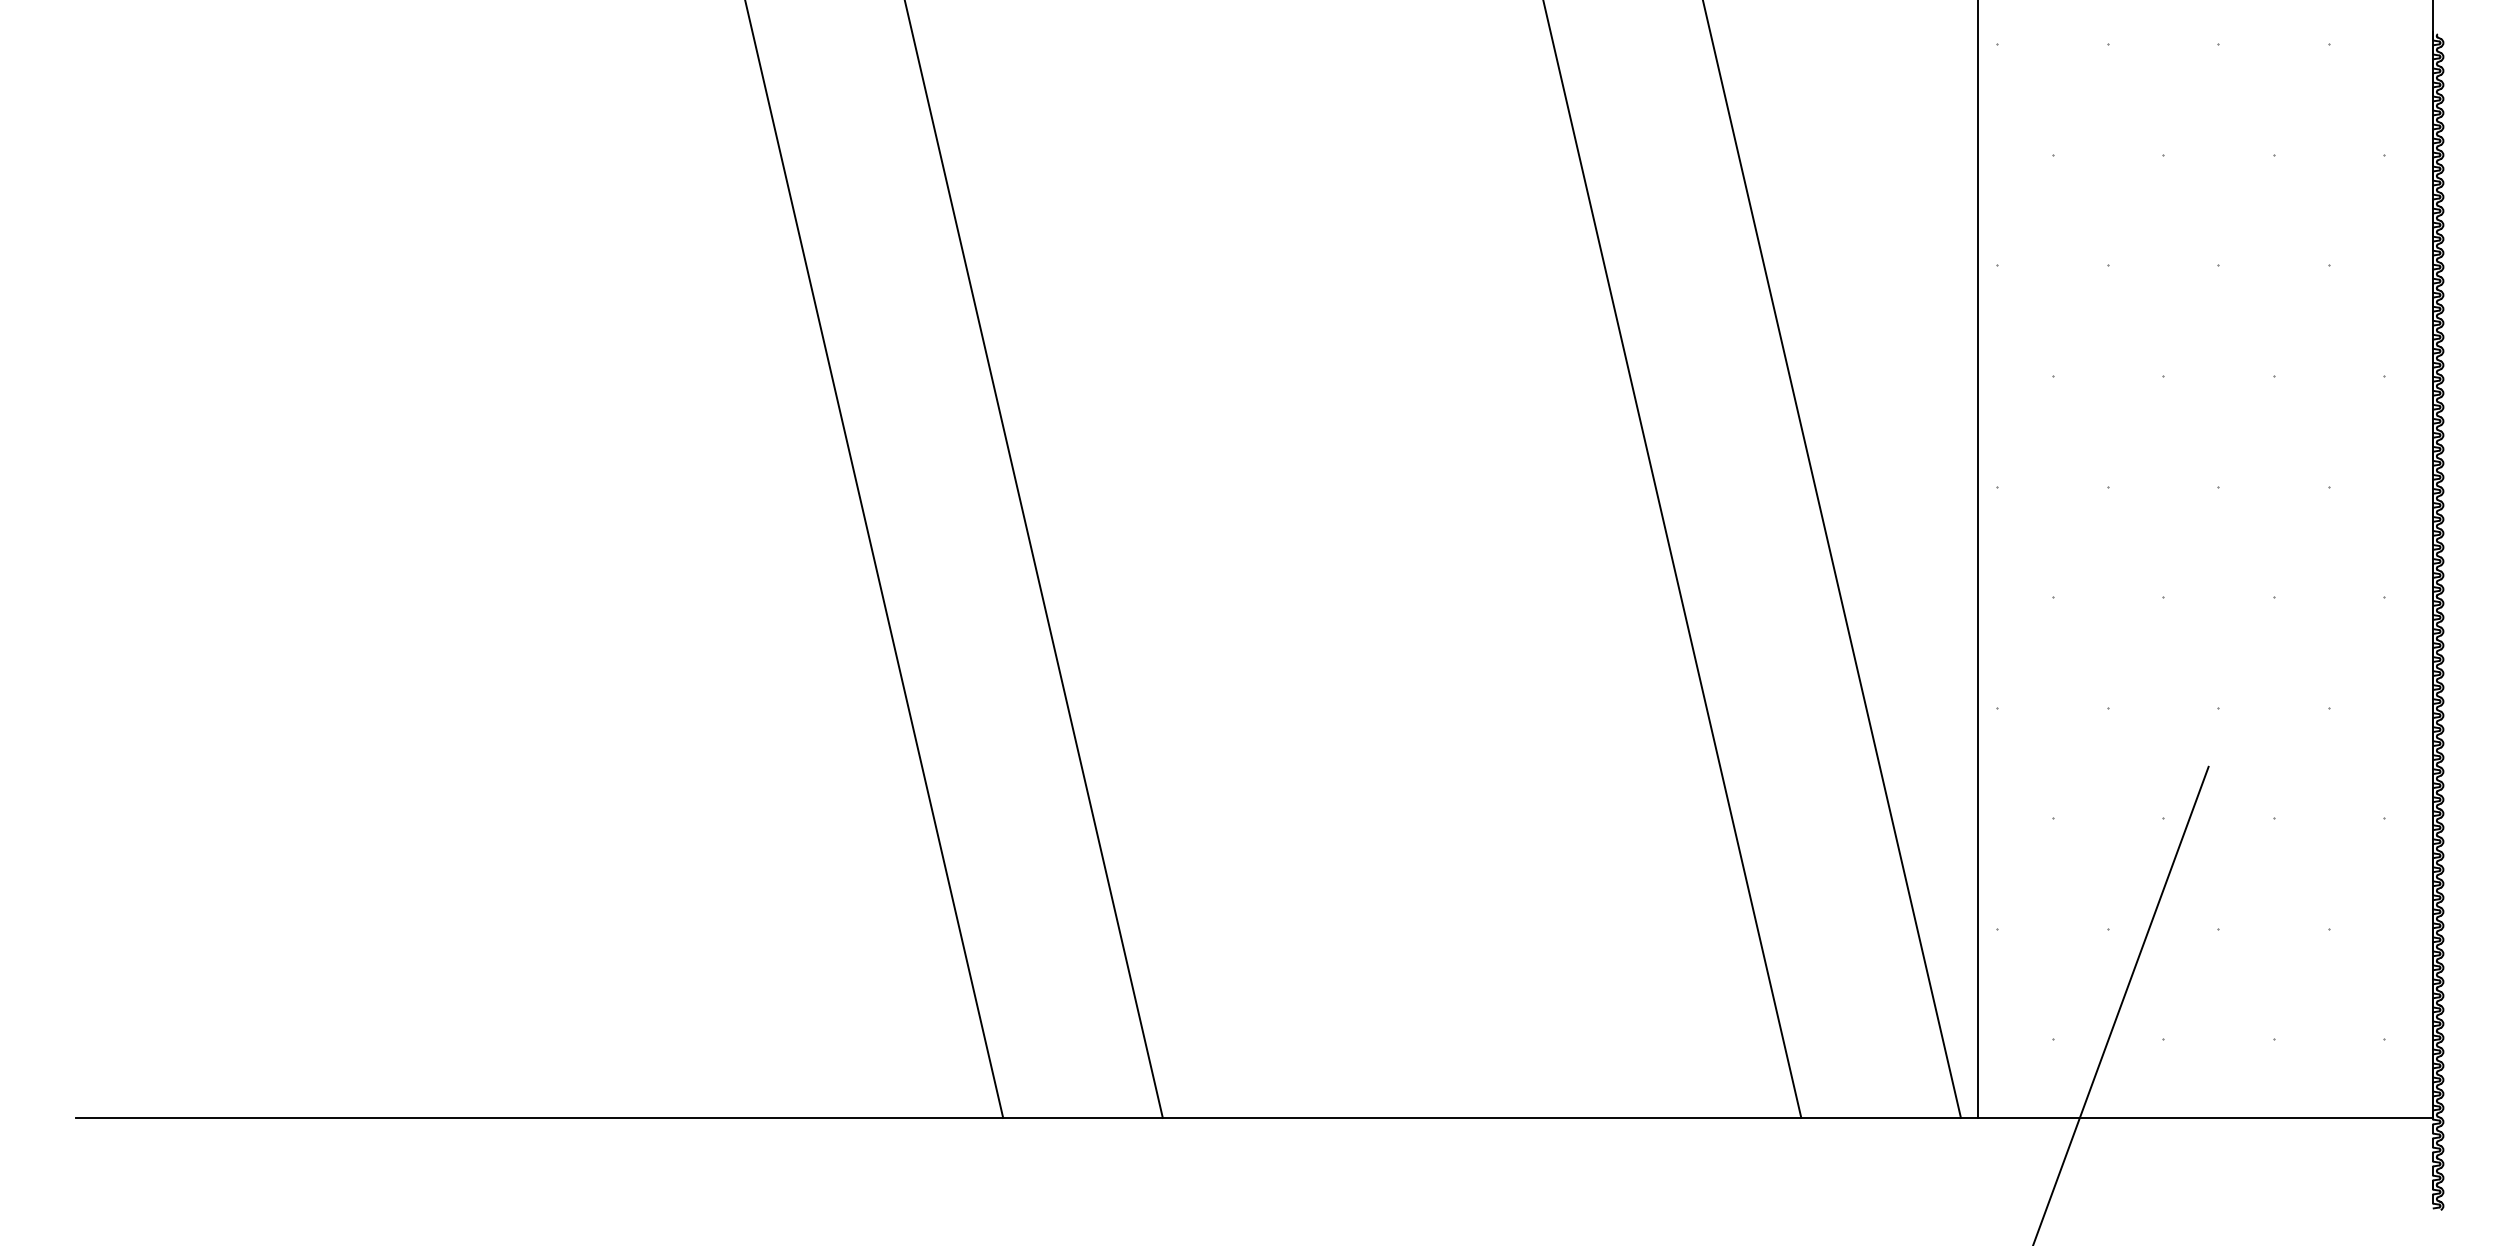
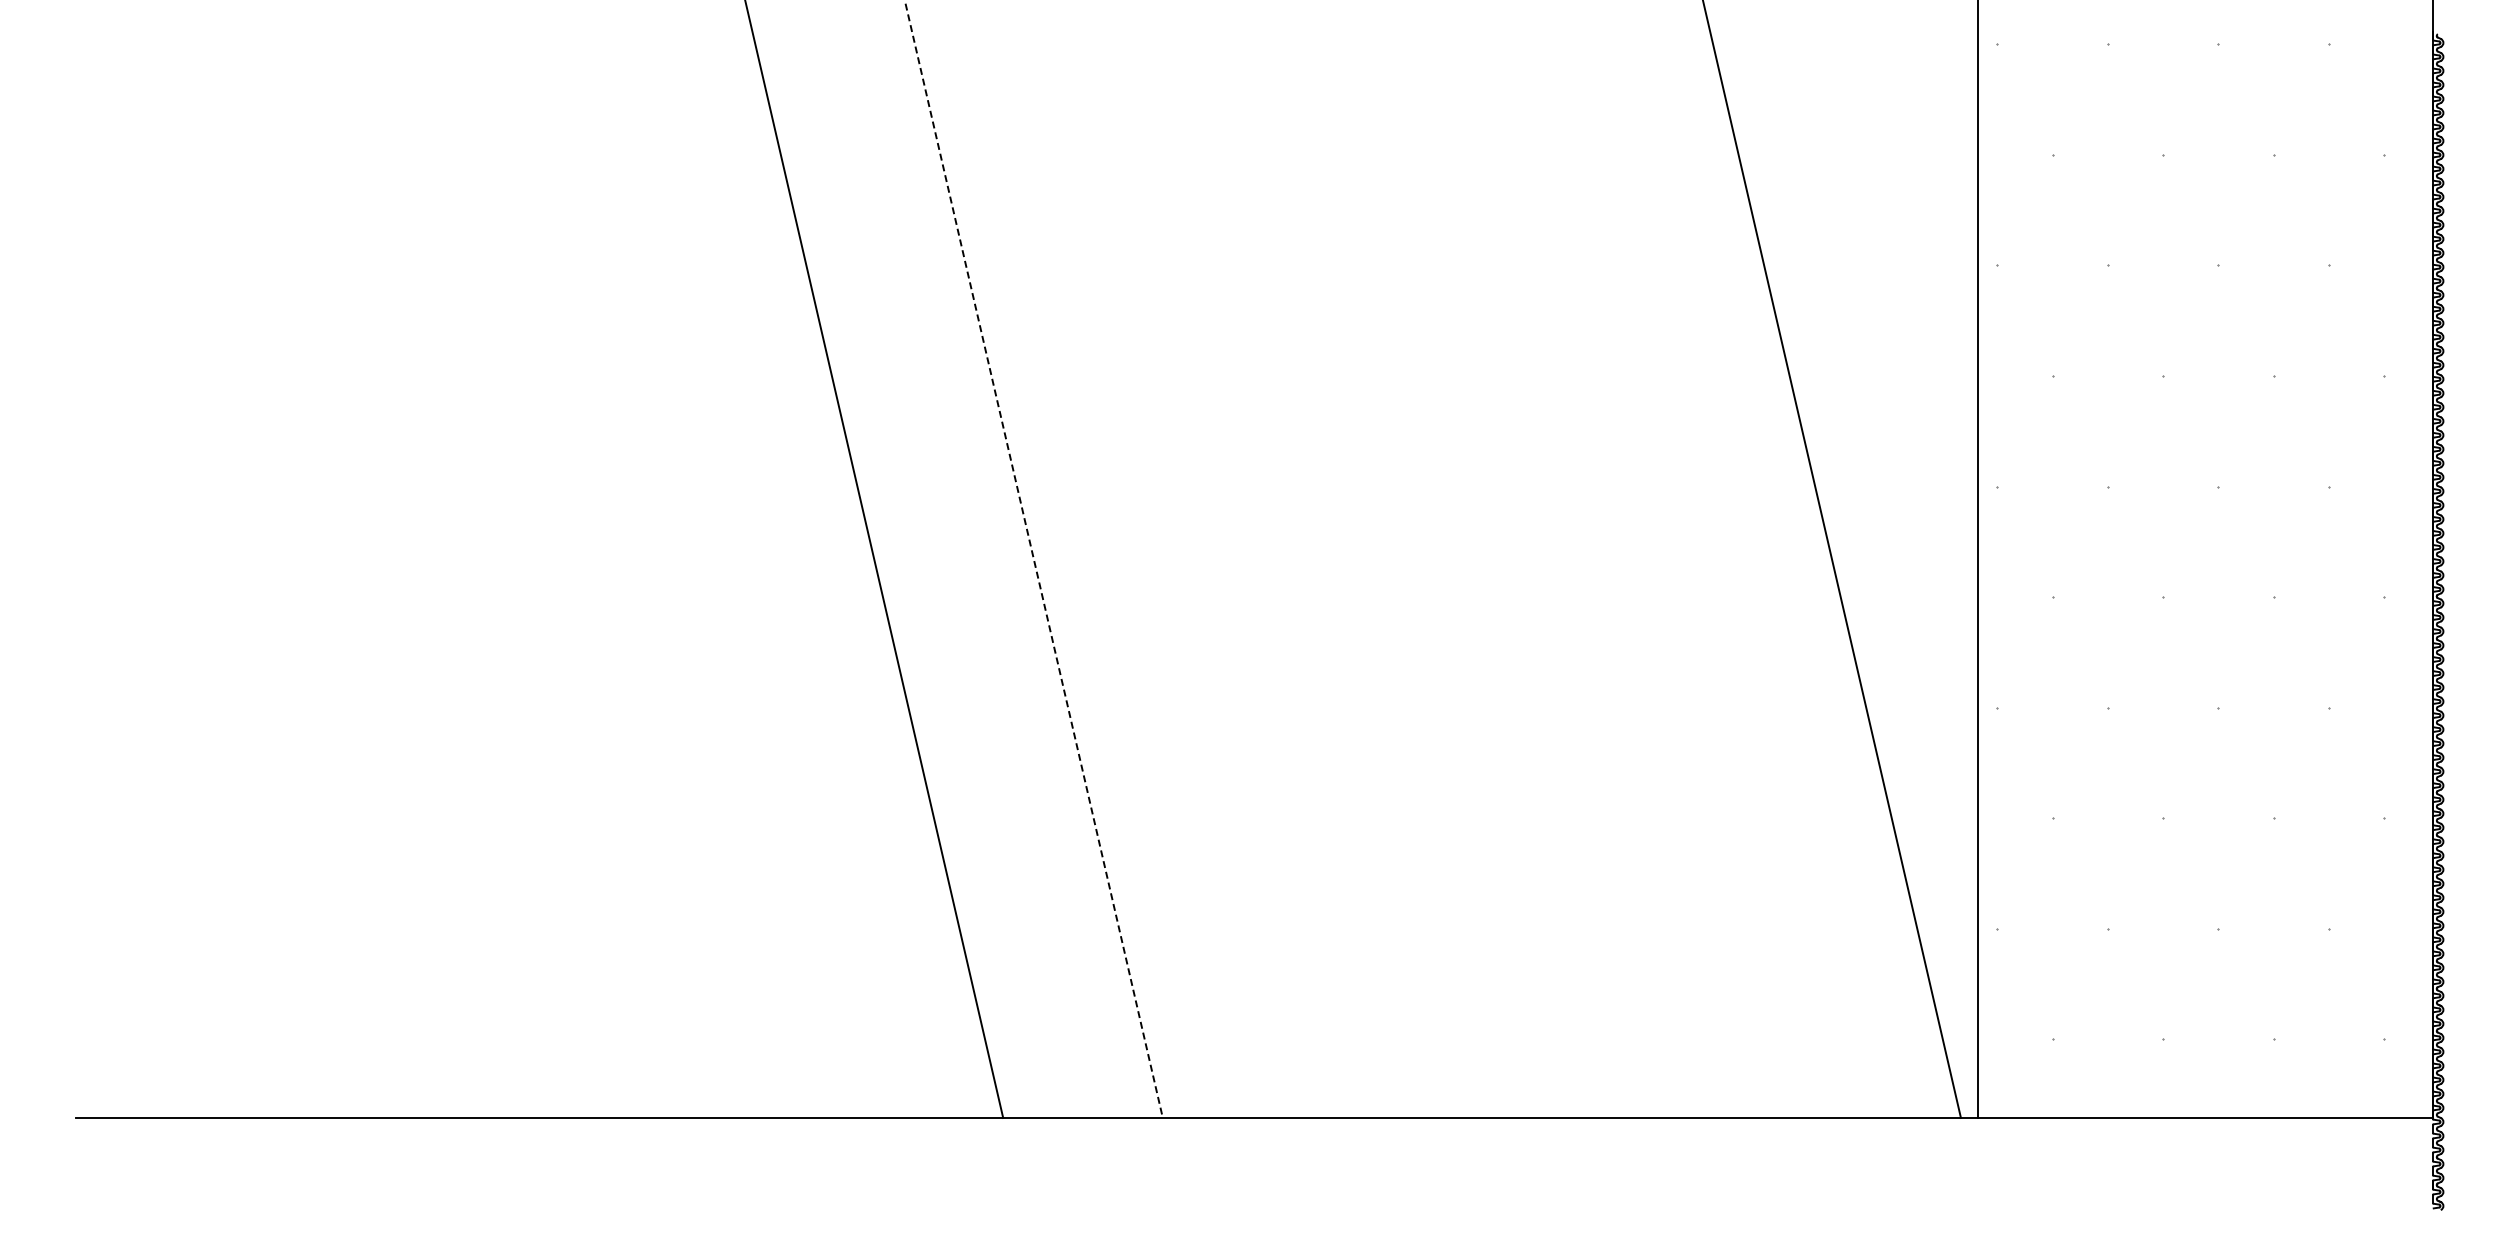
line at (1033, 559): solid -> dashed
line at (1672, 559): present -> none
line at (2121, 1004): present -> none
